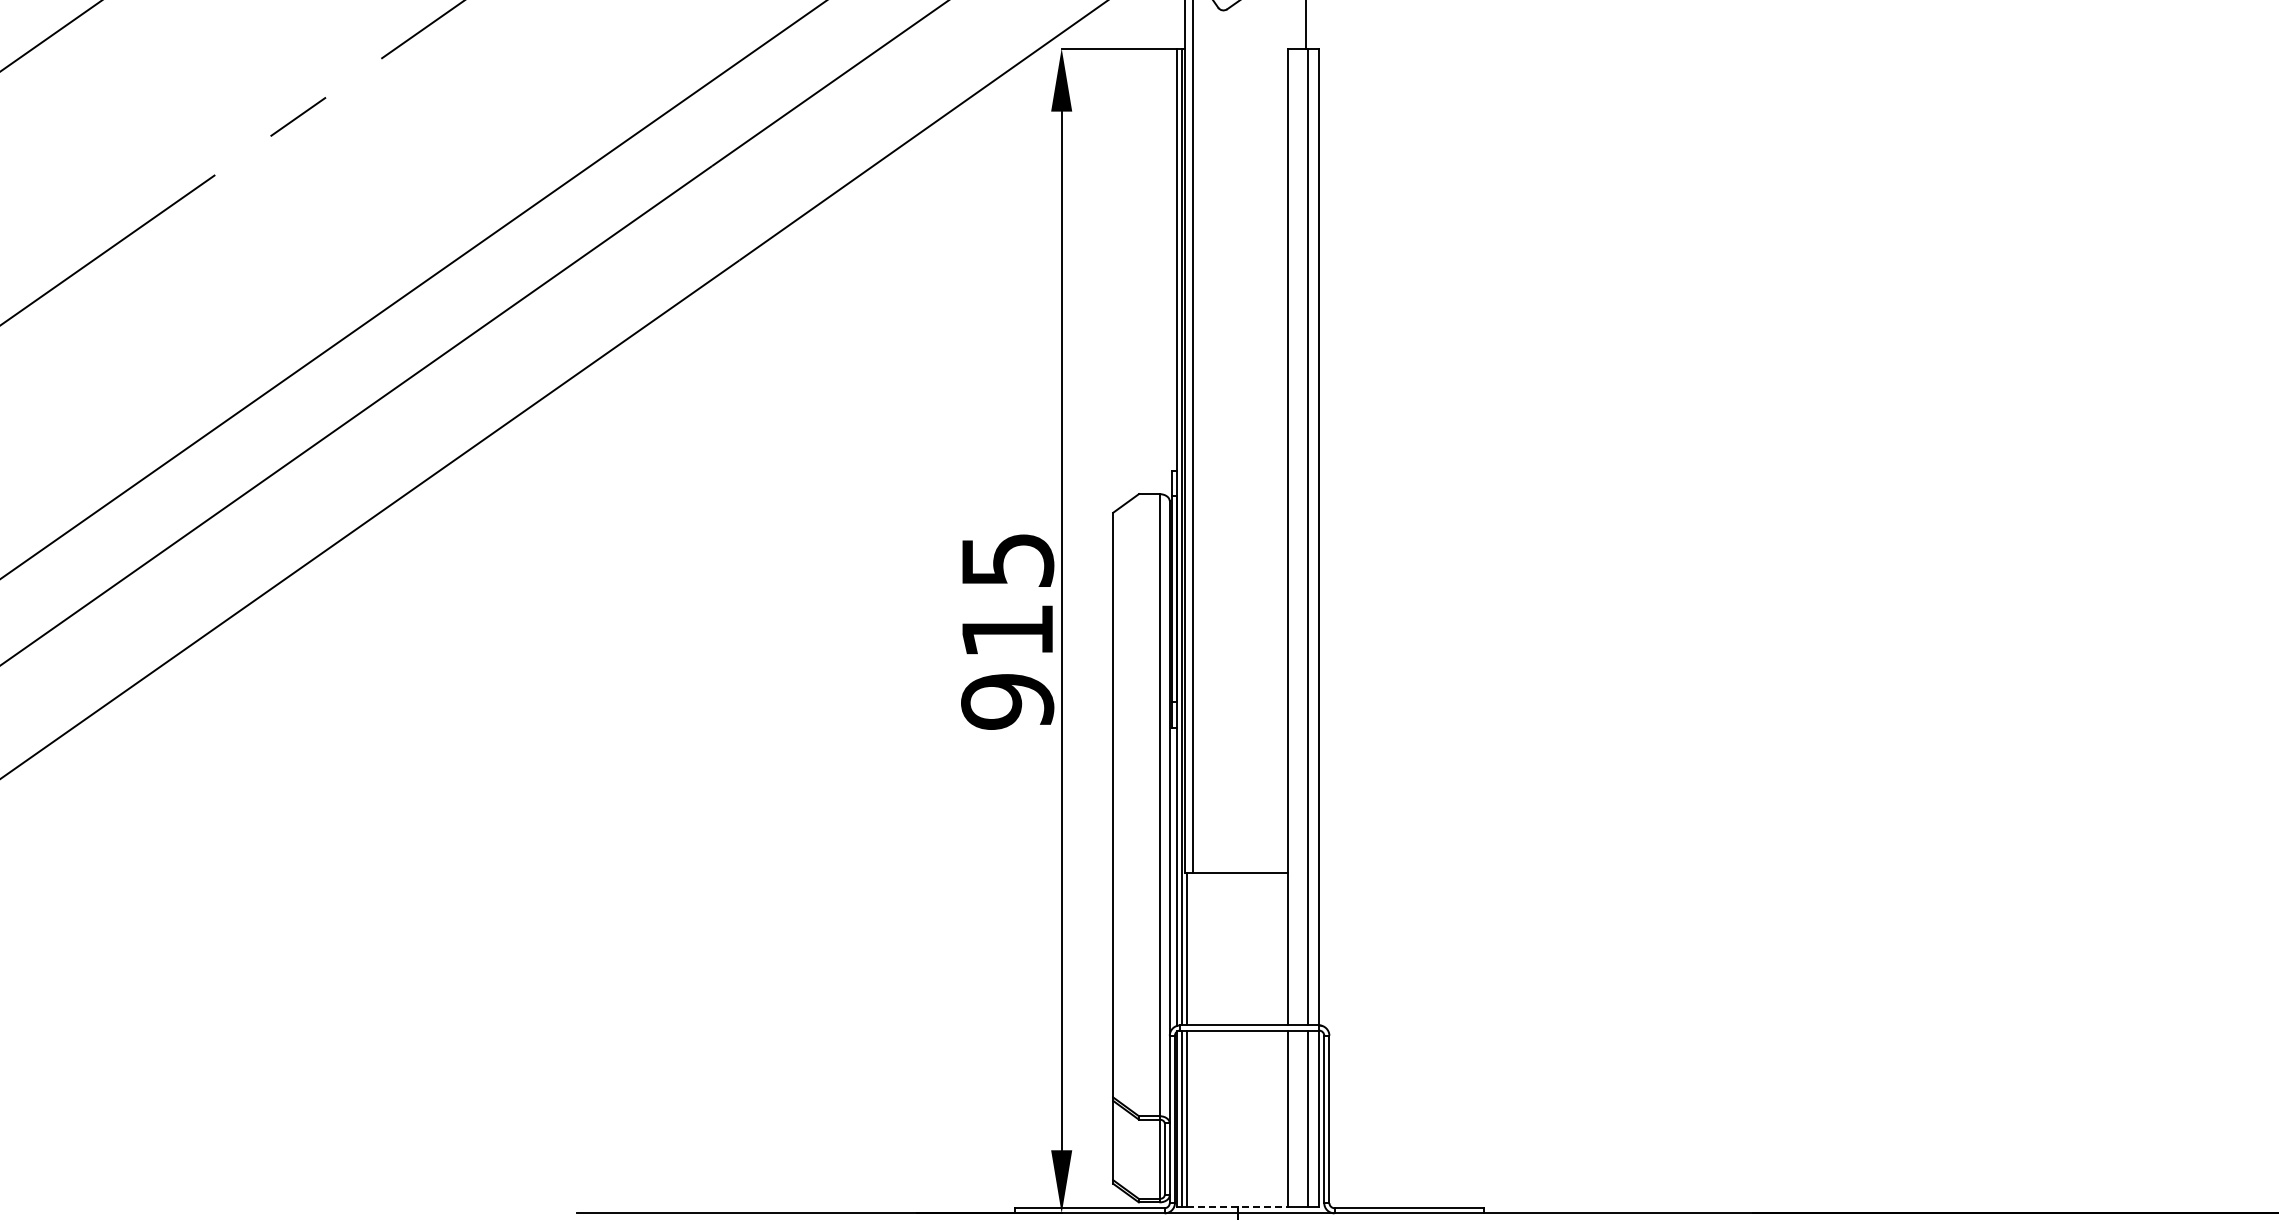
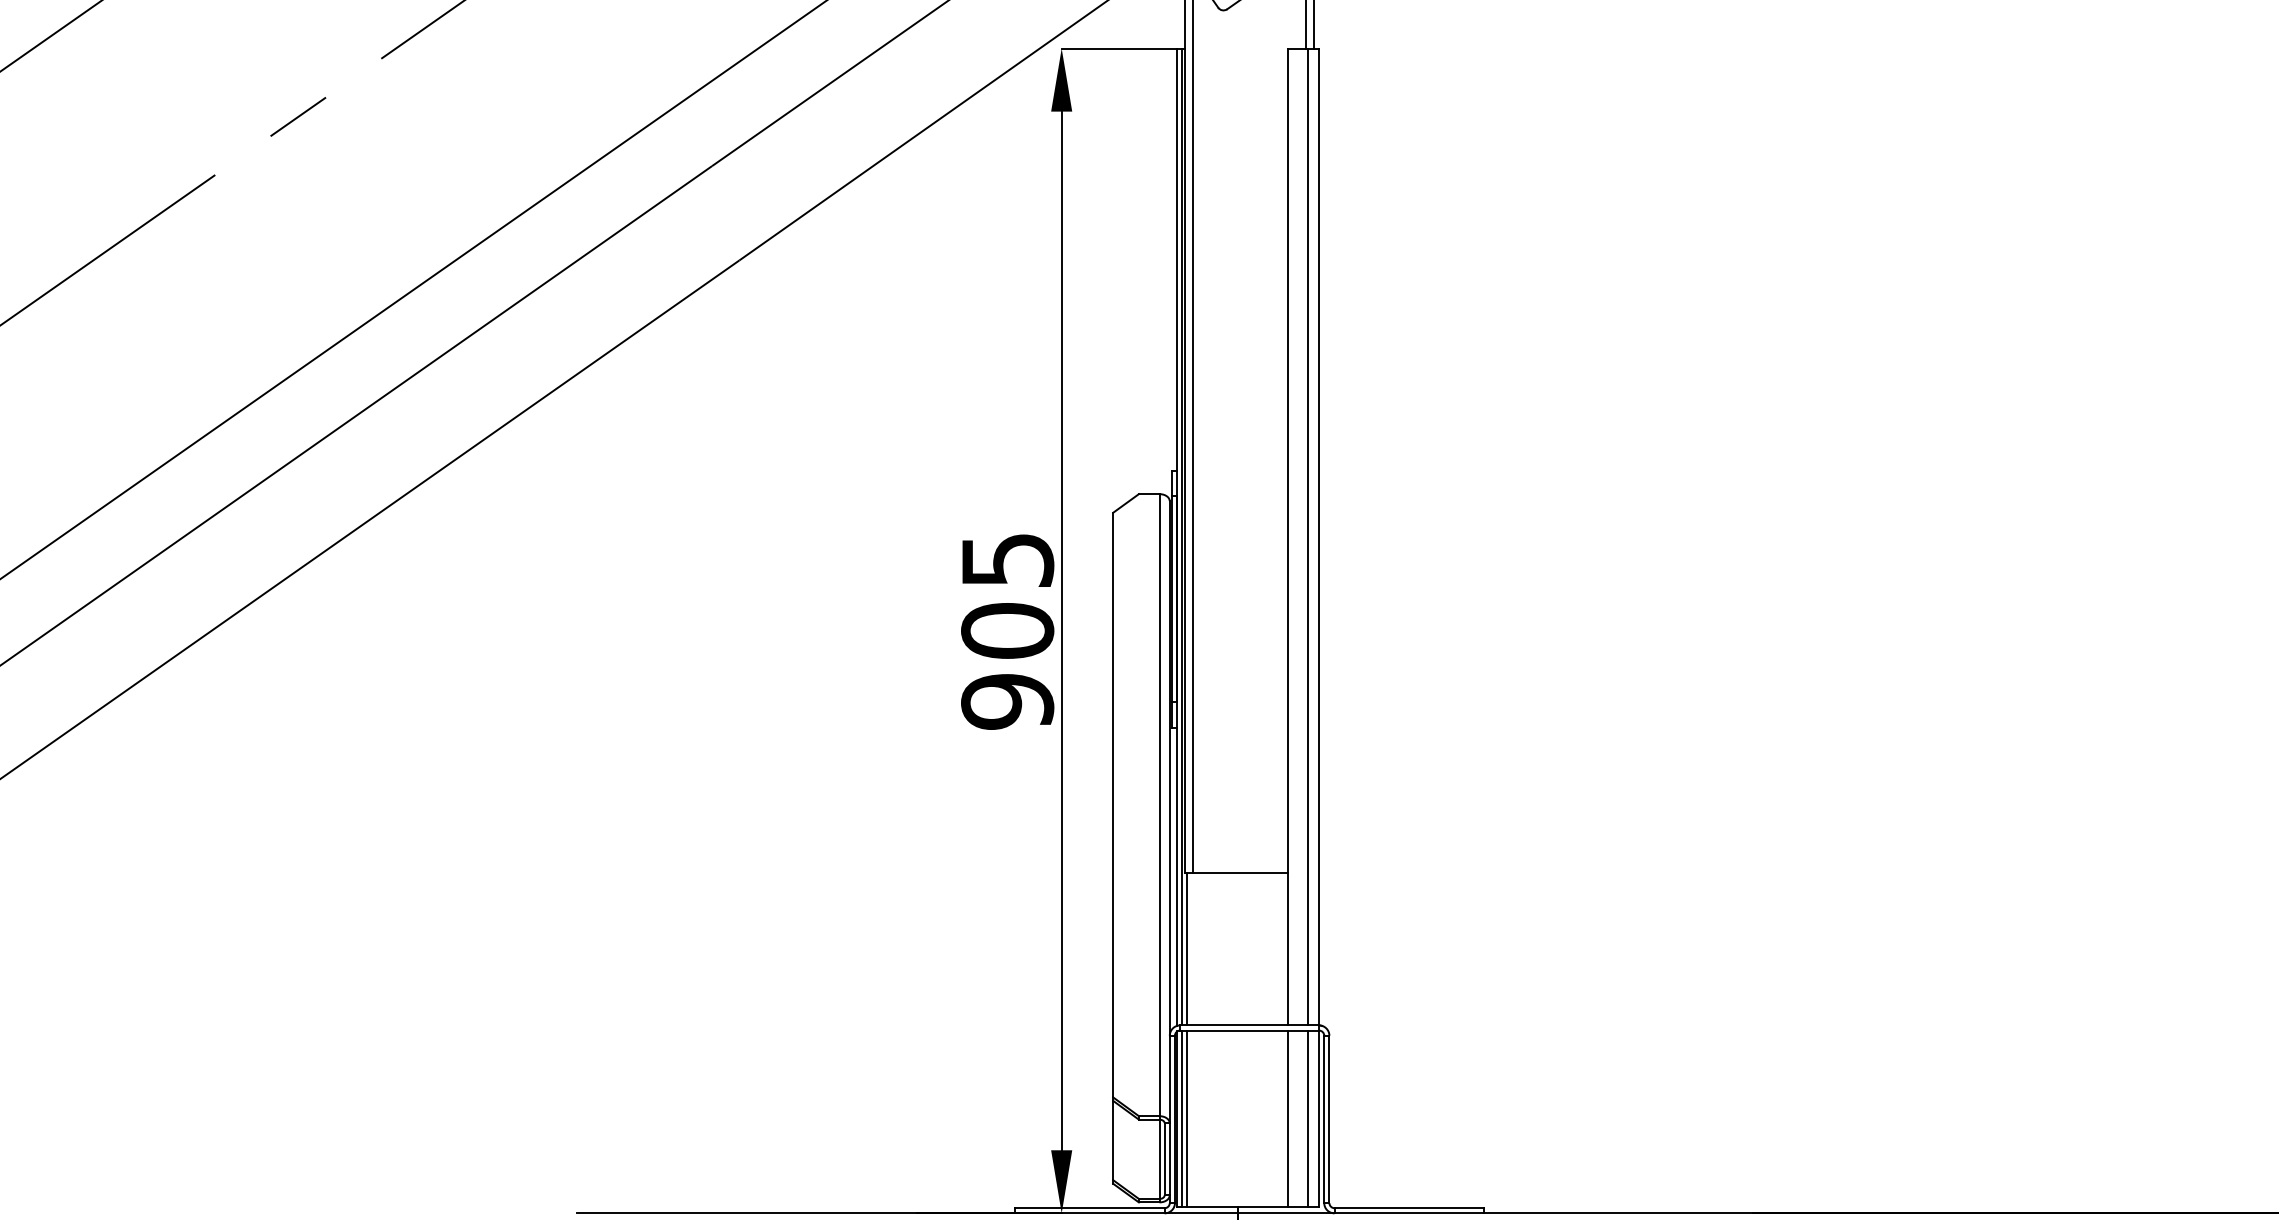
line at (1313, 25): none -> present
text at (1007, 630): 915 -> 905
line at (1238, 1206): dashed -> solid
